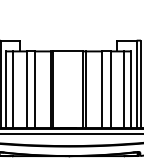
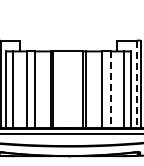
line at (136, 84): solid -> dashed
line at (110, 90): solid -> dashed
